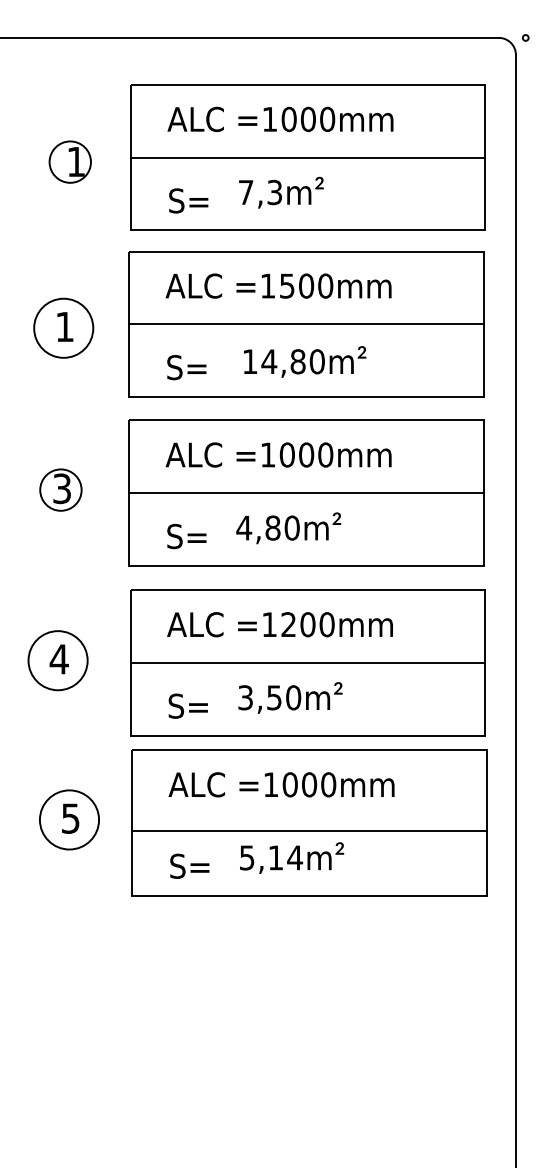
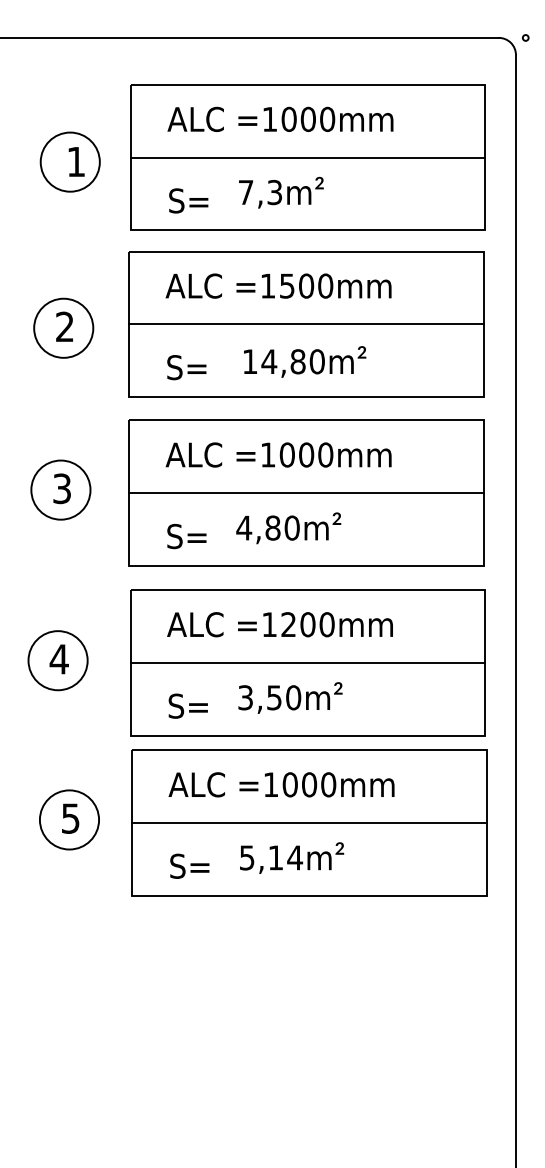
circle at (69, 161) diameter: 41 px -> 59 px
text at (64, 326): 1 -> 2
circle at (60, 489) diameter: 41 px -> 59 px
line at (309, 831) position: (309, 831) -> (309, 823)
